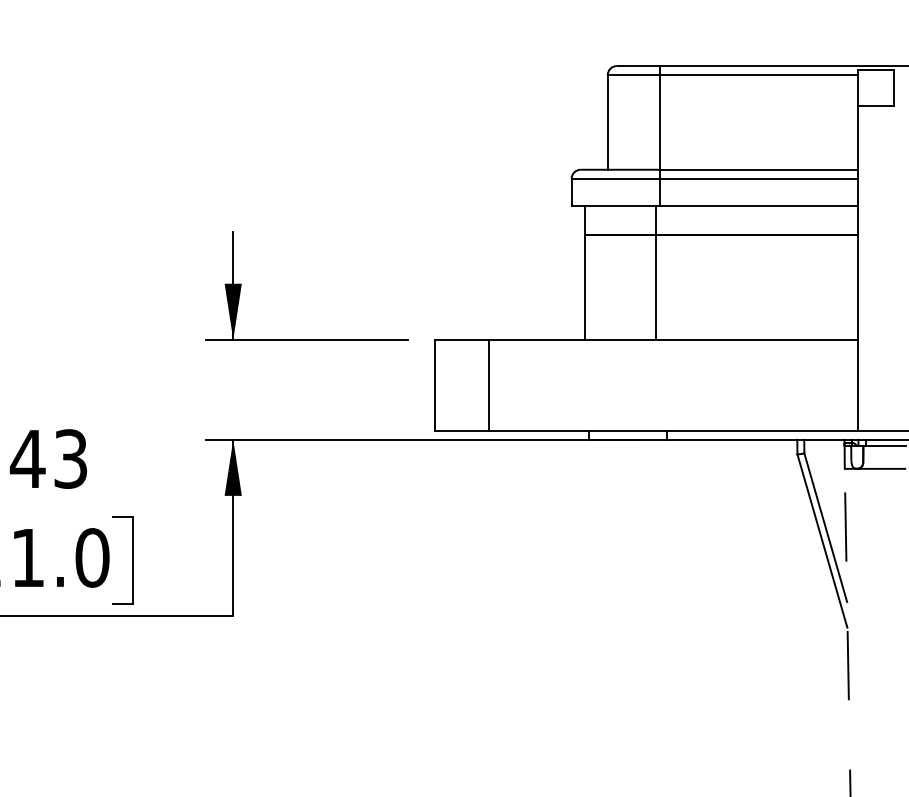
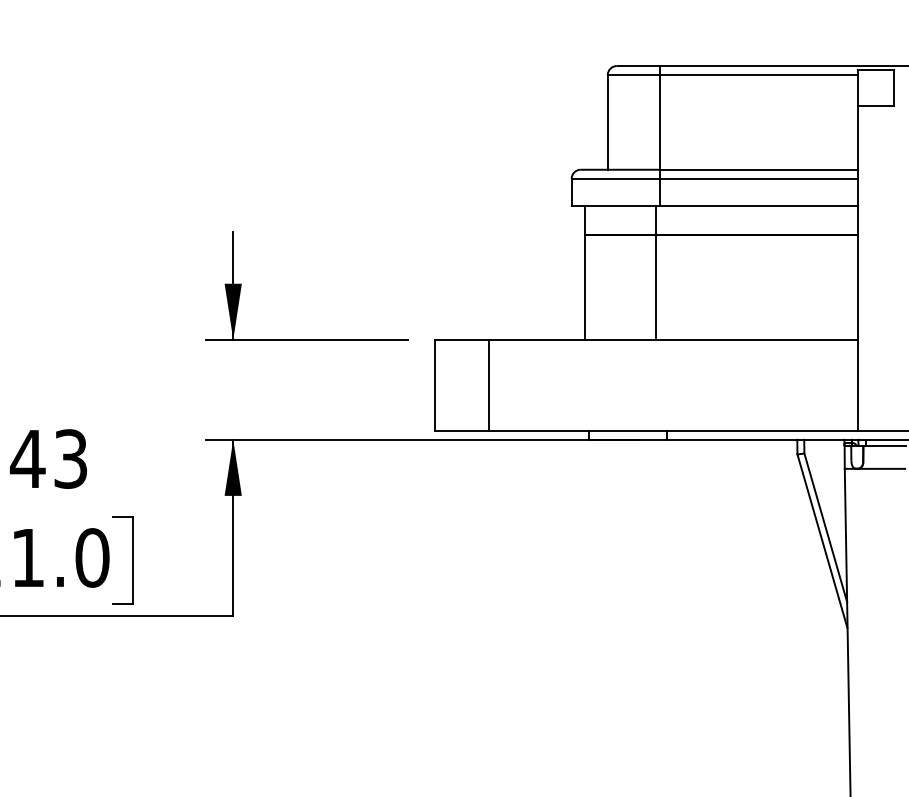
line at (847, 632): dashed -> solid
